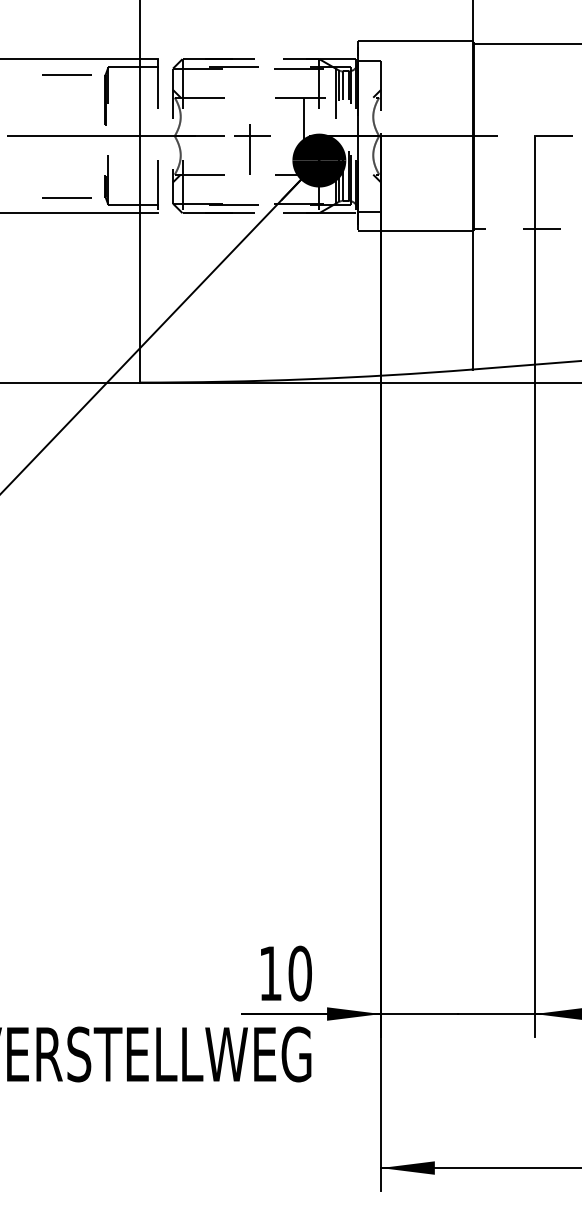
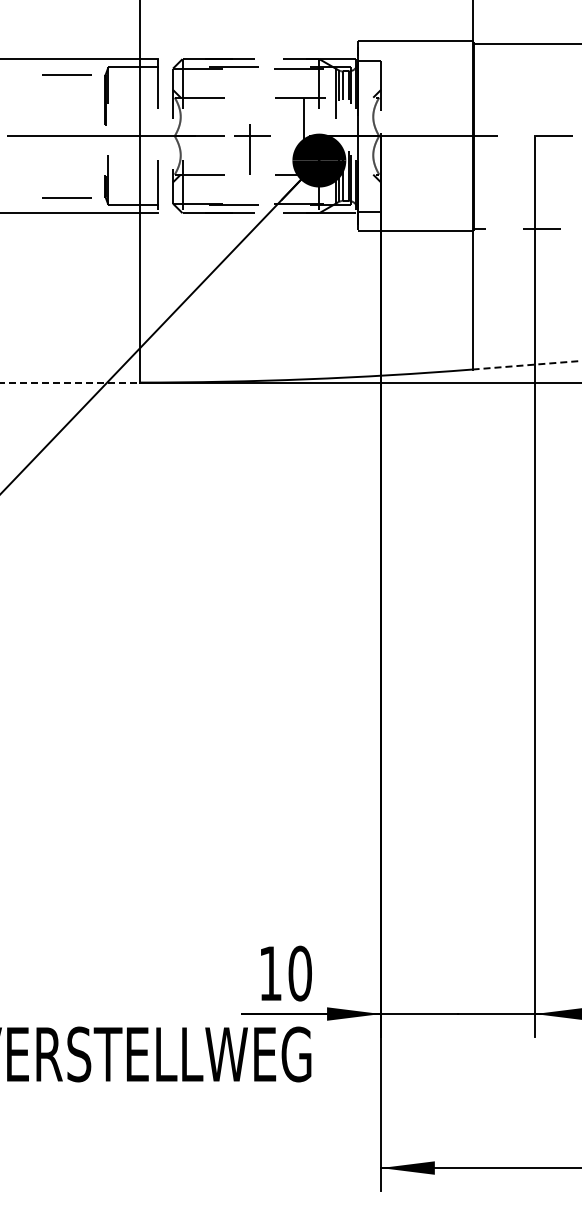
line at (527, 365): solid -> dashed
line at (70, 382): solid -> dashed
